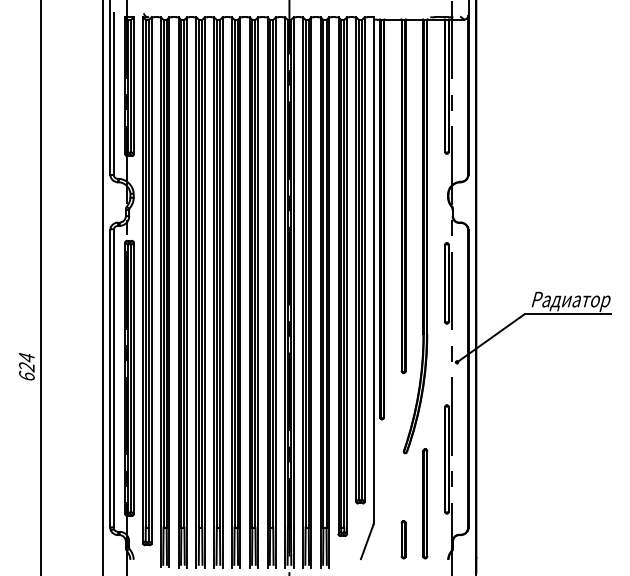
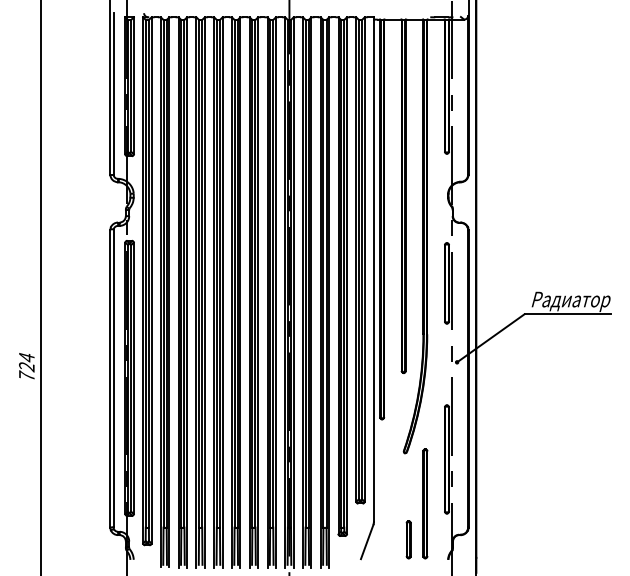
line at (102, 287): present -> none
text at (26, 375): 624 -> 724
part at (403, 539) position: (403, 539) -> (408, 539)
